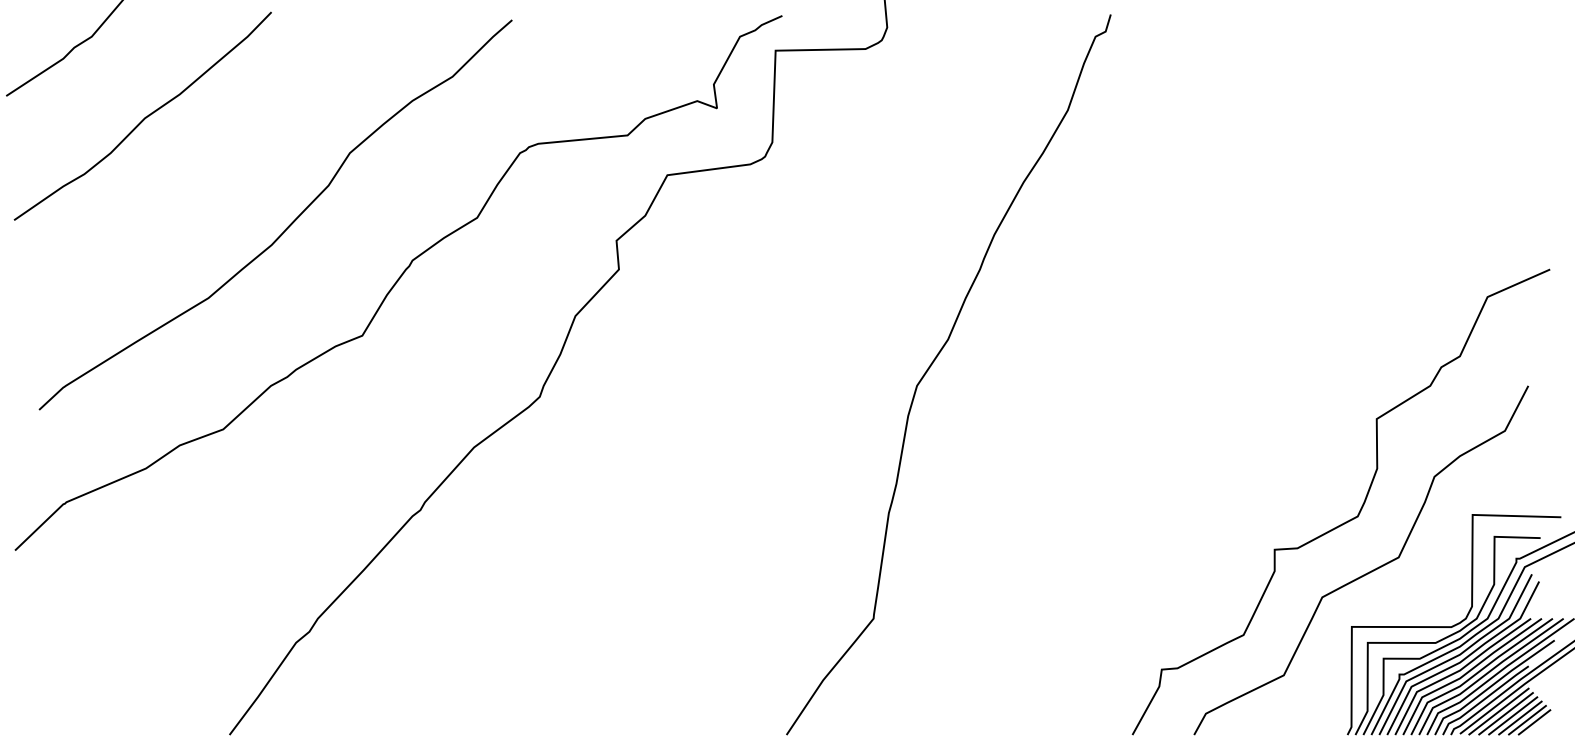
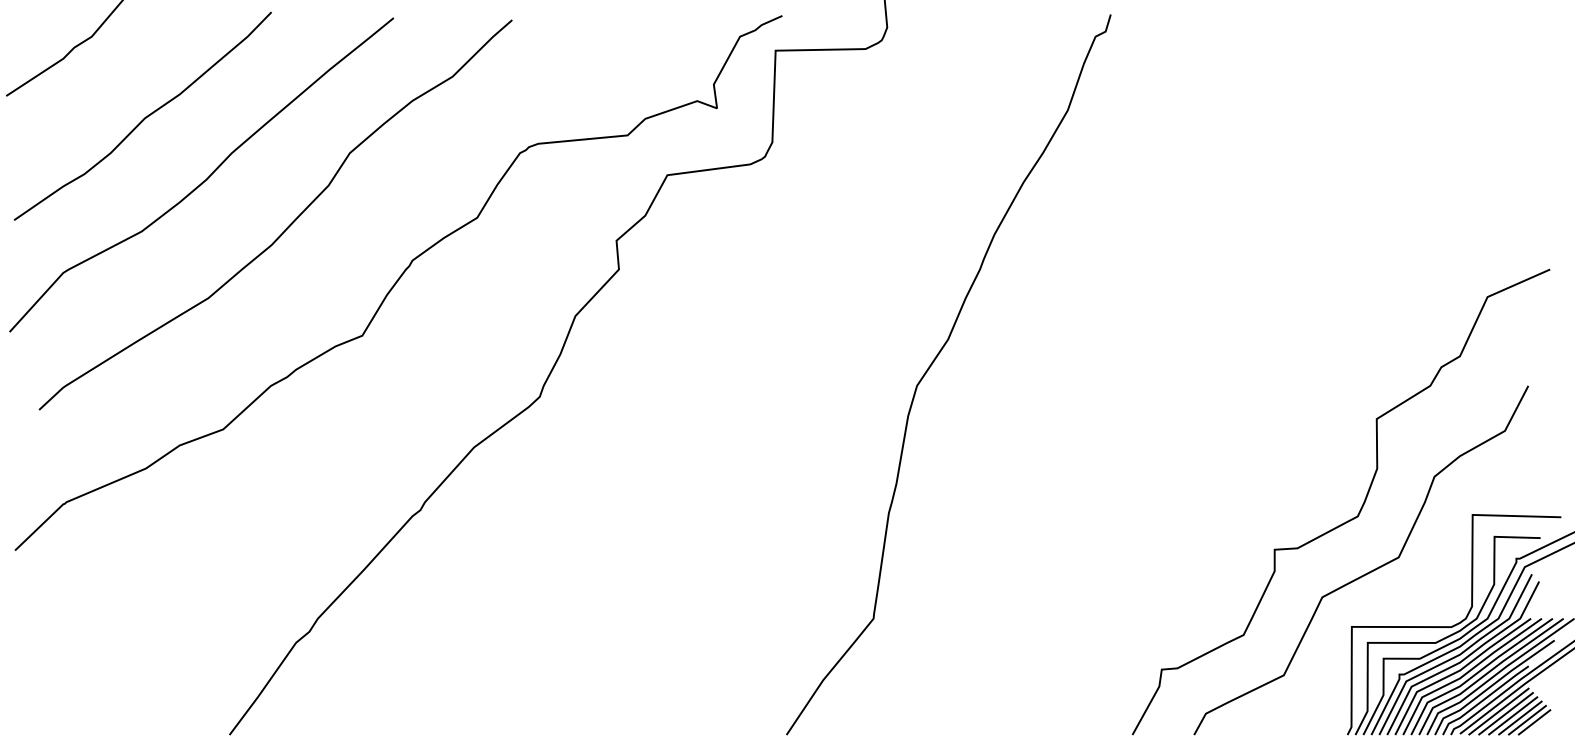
curve at (206, 178): none -> present
